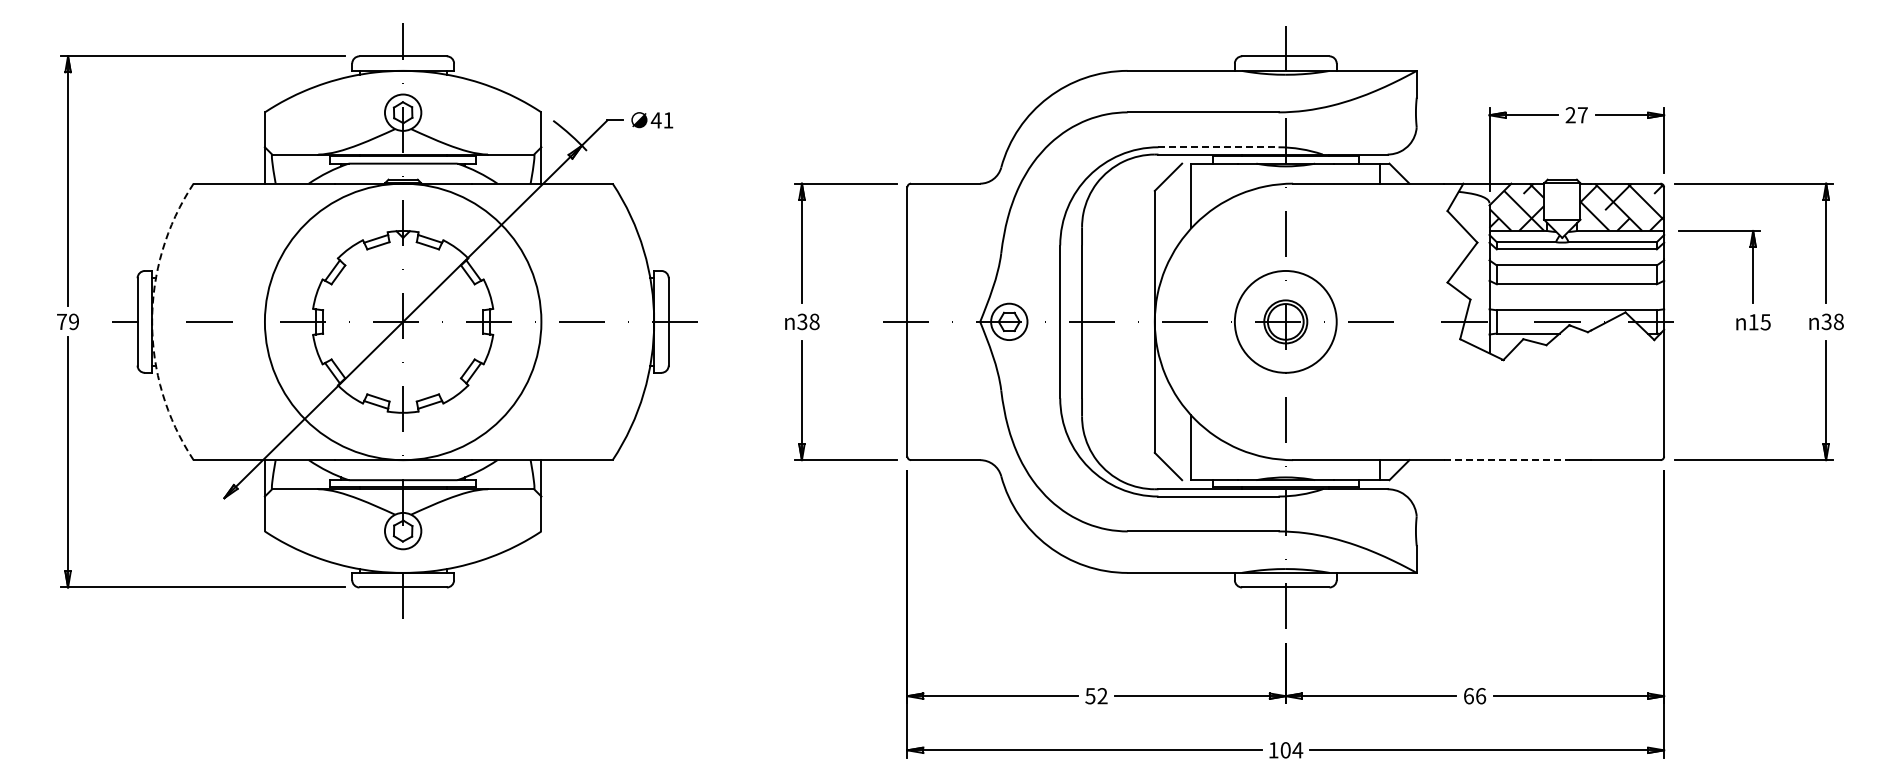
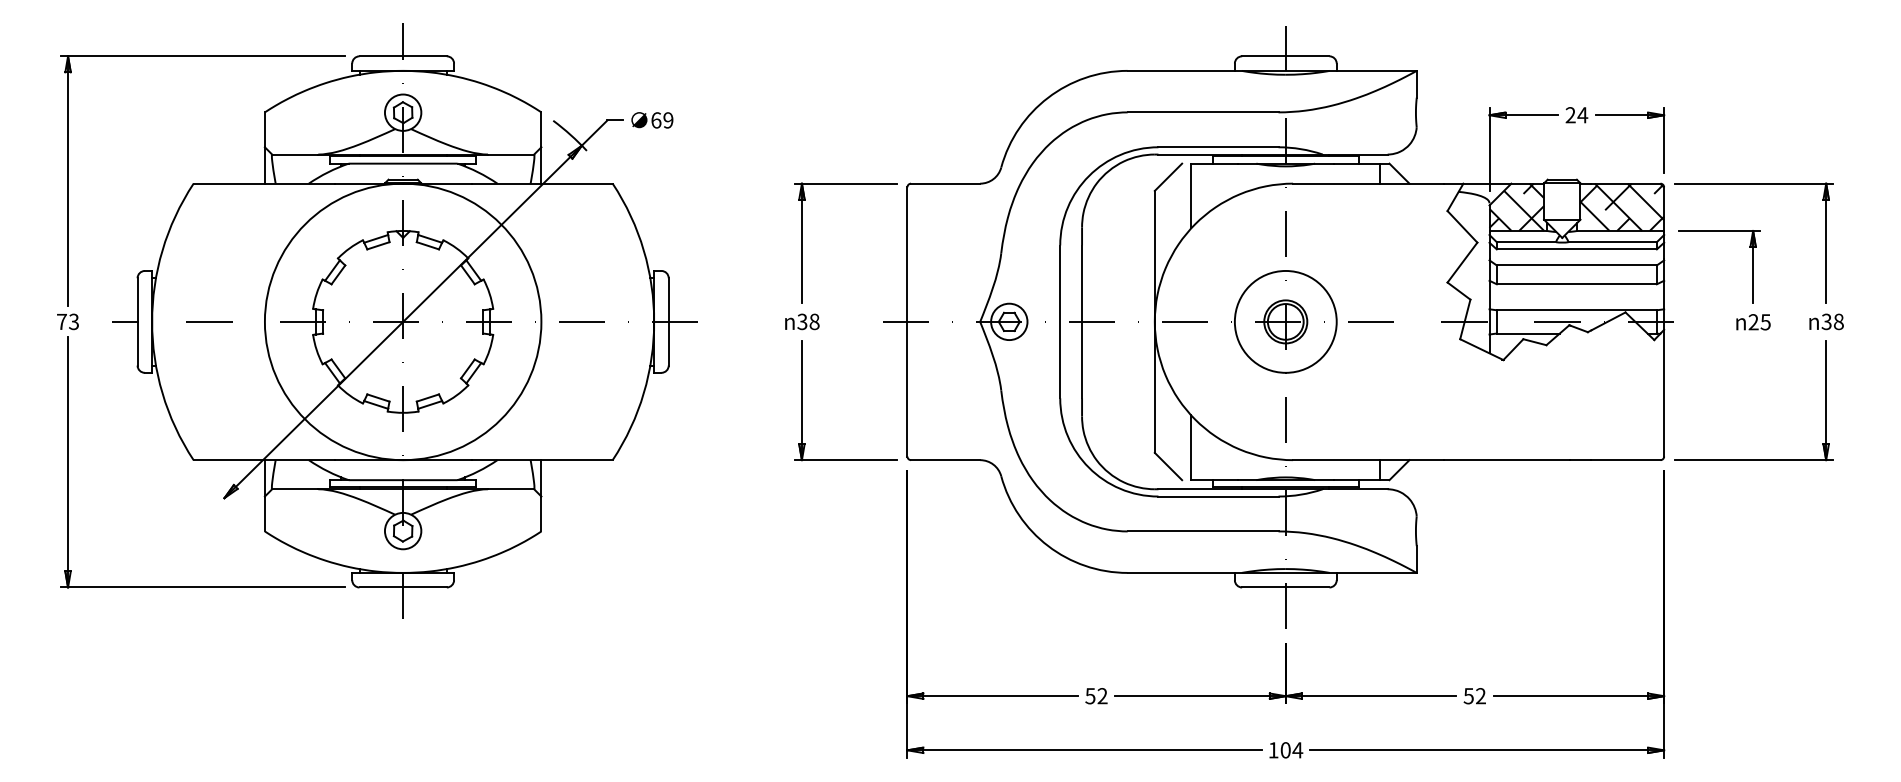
text at (1582, 115): 27 -> 24
text at (661, 120): 41 -> 69
line at (1218, 147): dashed -> solid
arc at (152, 321): dashed -> solid
text at (73, 322): 79 -> 73
text at (1753, 322): 15 -> 25
line at (1507, 460): dashed -> solid
text at (1474, 696): 66 -> 52
